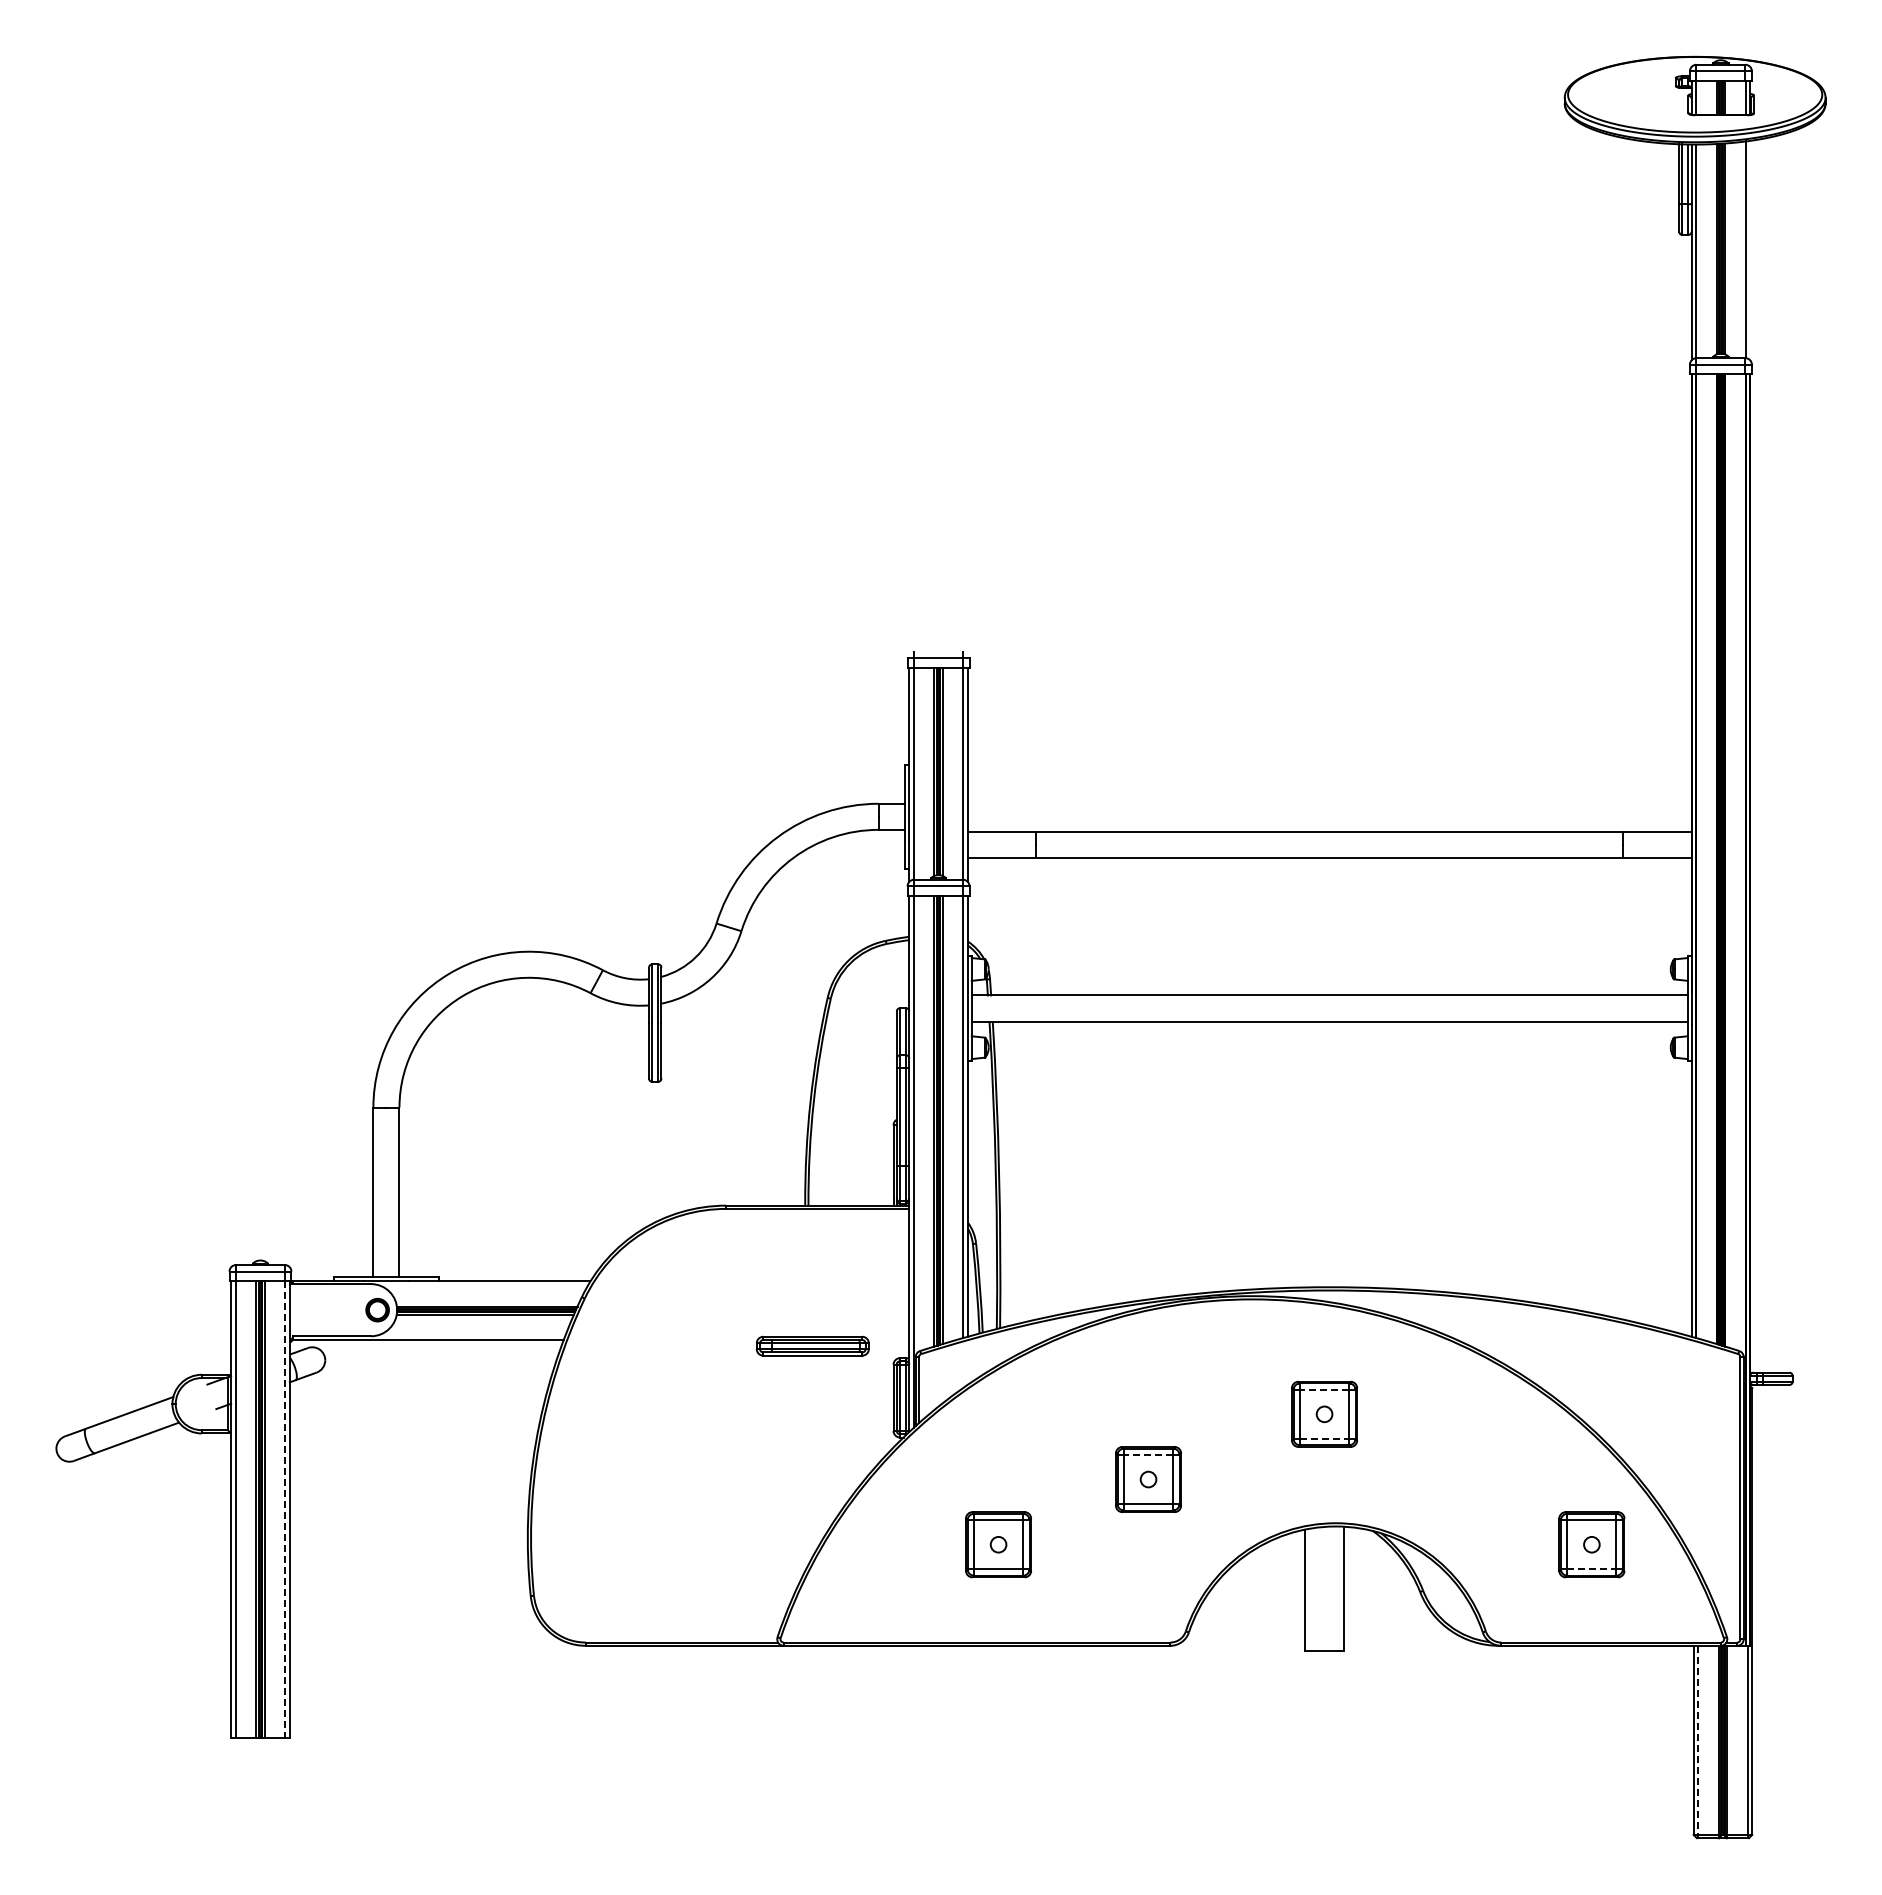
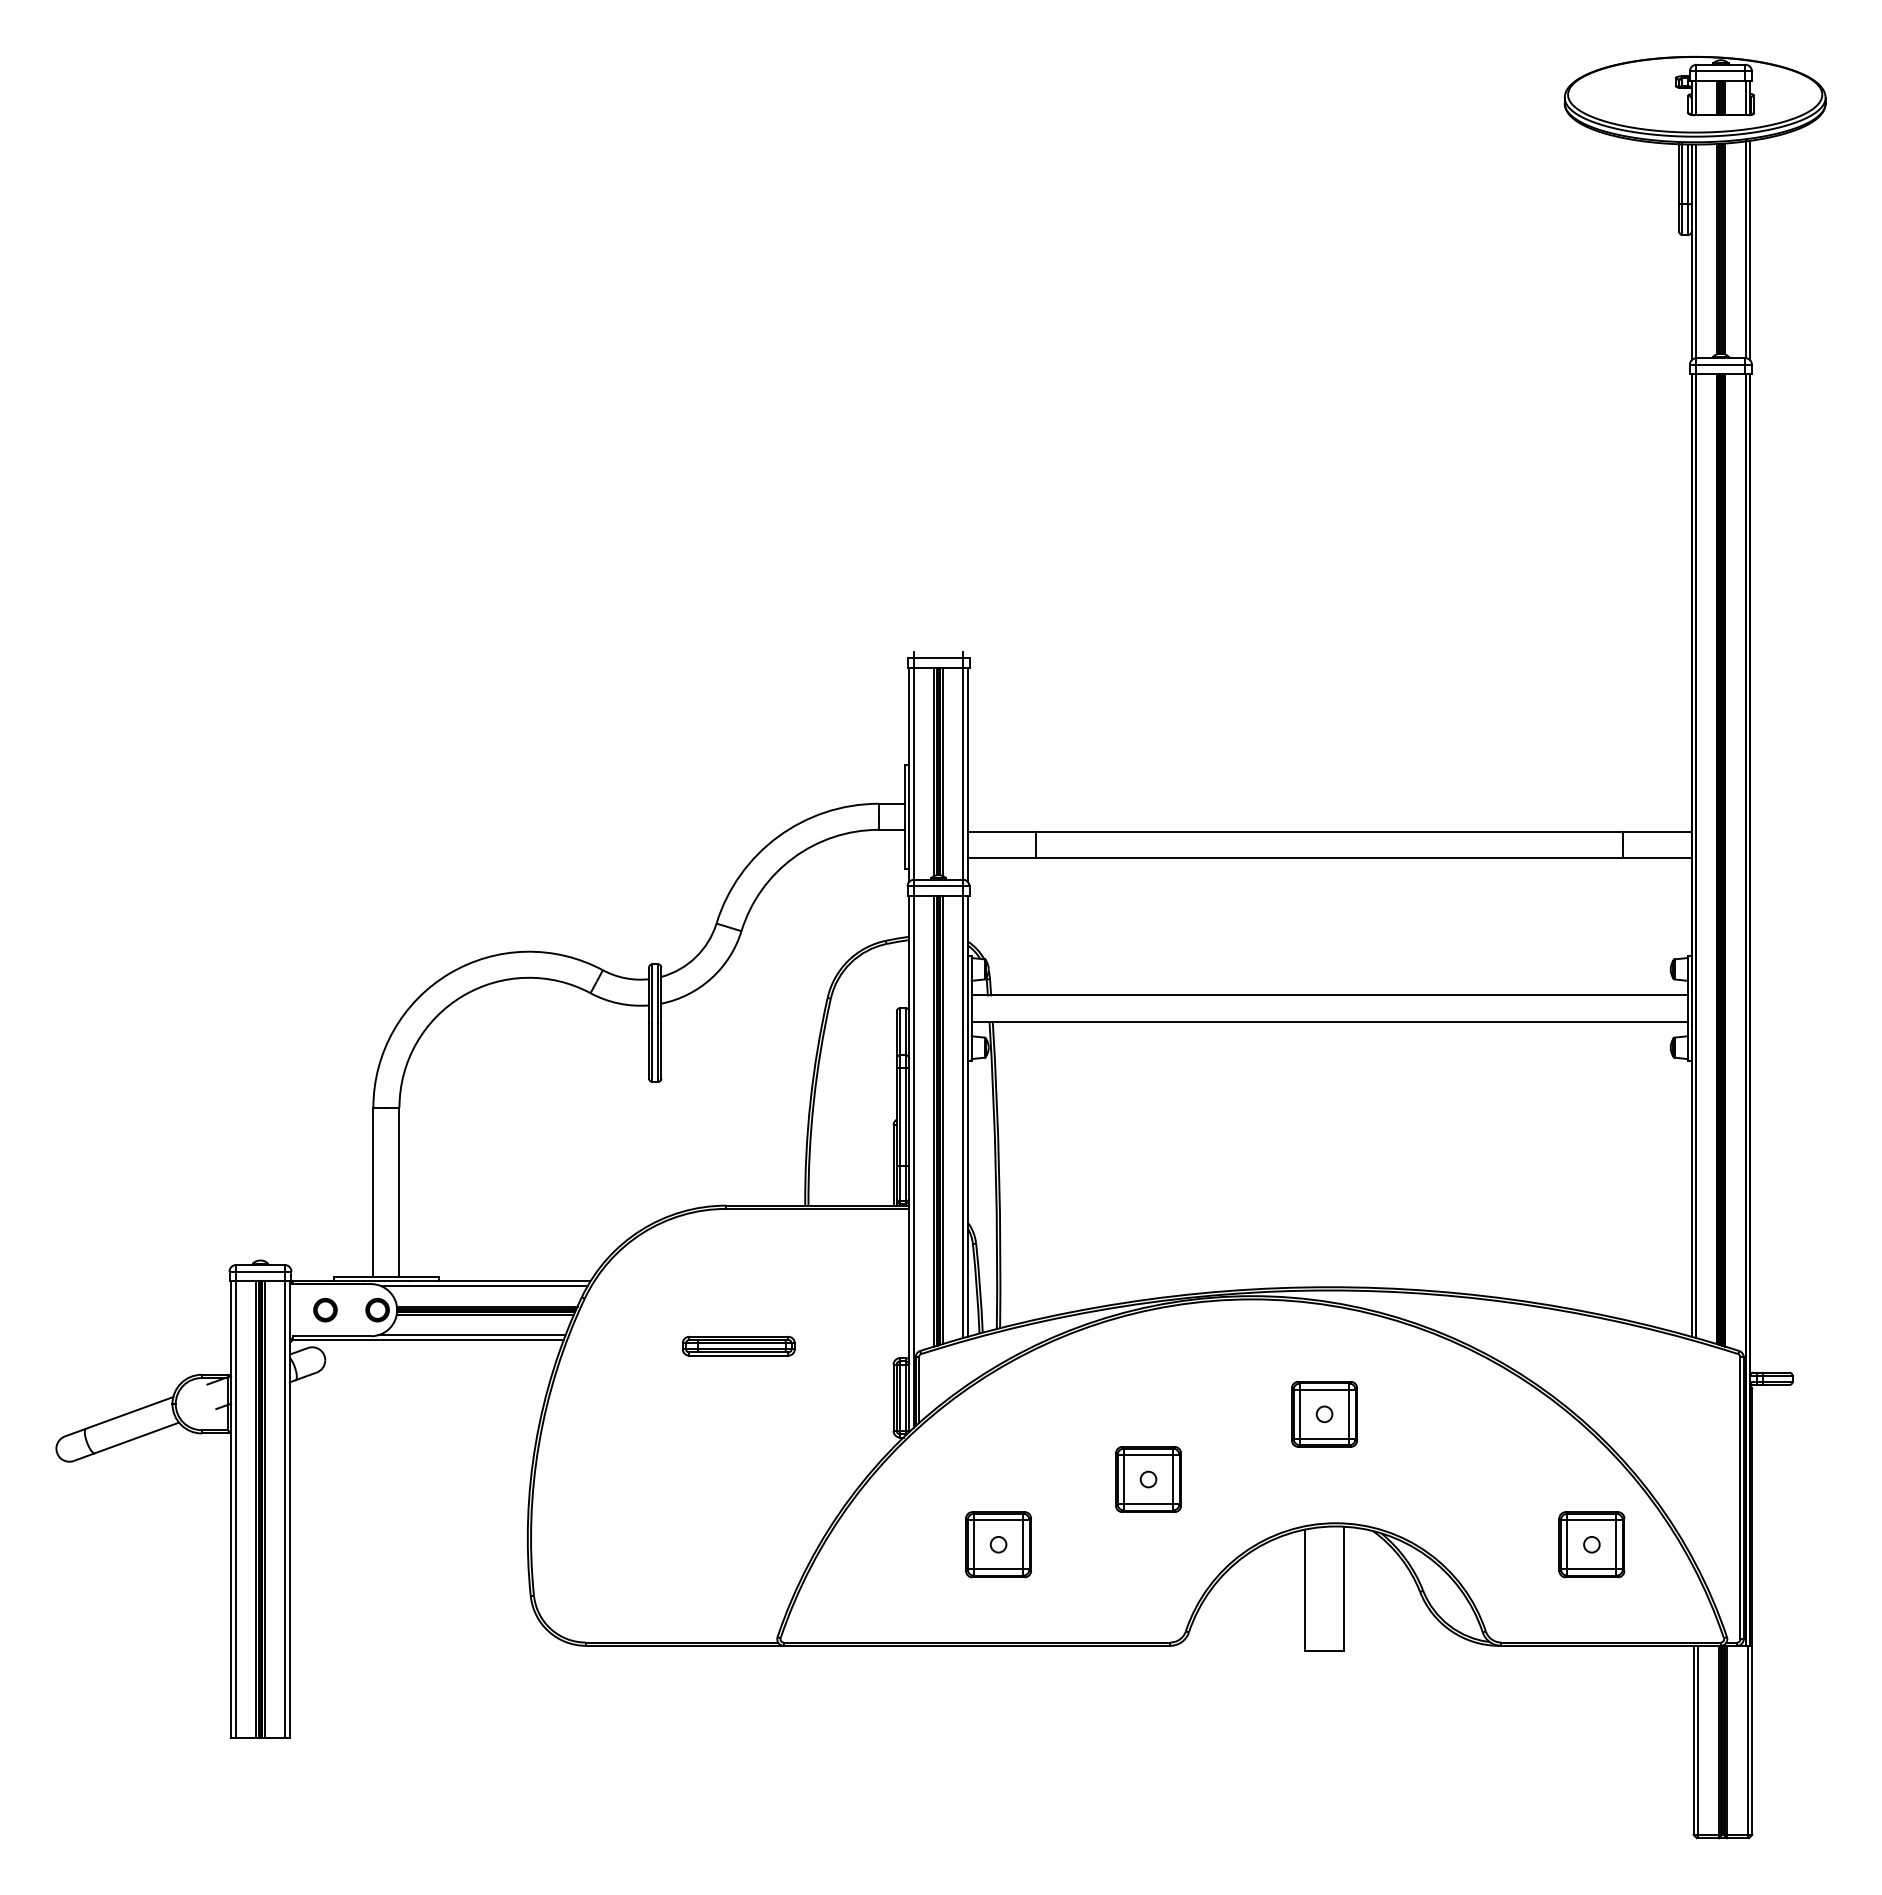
line at (1750, 250): none -> present
line at (483, 1285): none -> present
part at (325, 1309): none -> present
line at (471, 1335): none -> present
part at (812, 1345) position: (812, 1345) -> (738, 1345)
line at (1324, 1389): dashed -> solid
line at (1325, 1438): dashed -> solid
line at (1148, 1455): dashed -> solid
line at (285, 1510): dashed -> solid
line at (1592, 1569): dashed -> solid
line at (1698, 1740): dashed -> solid
